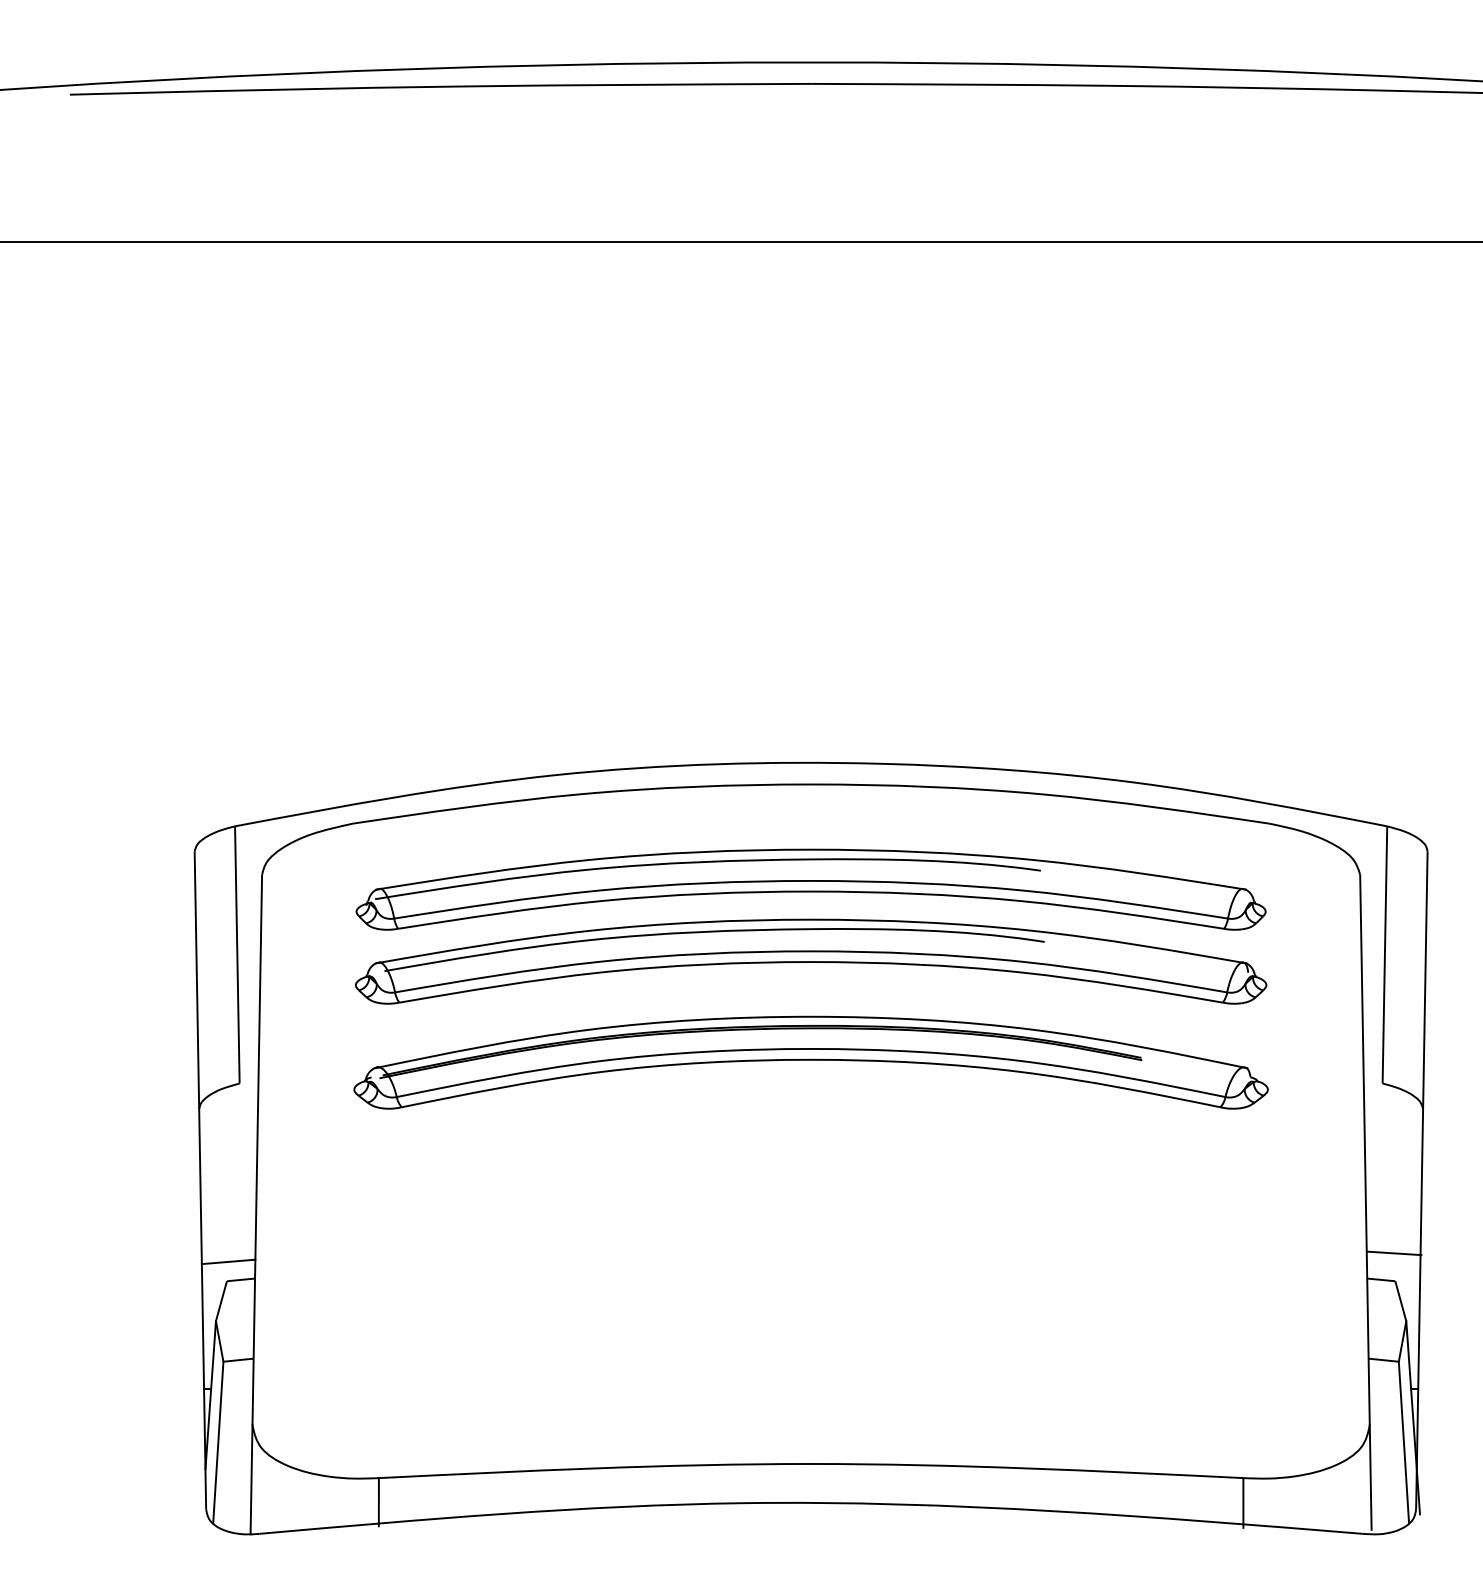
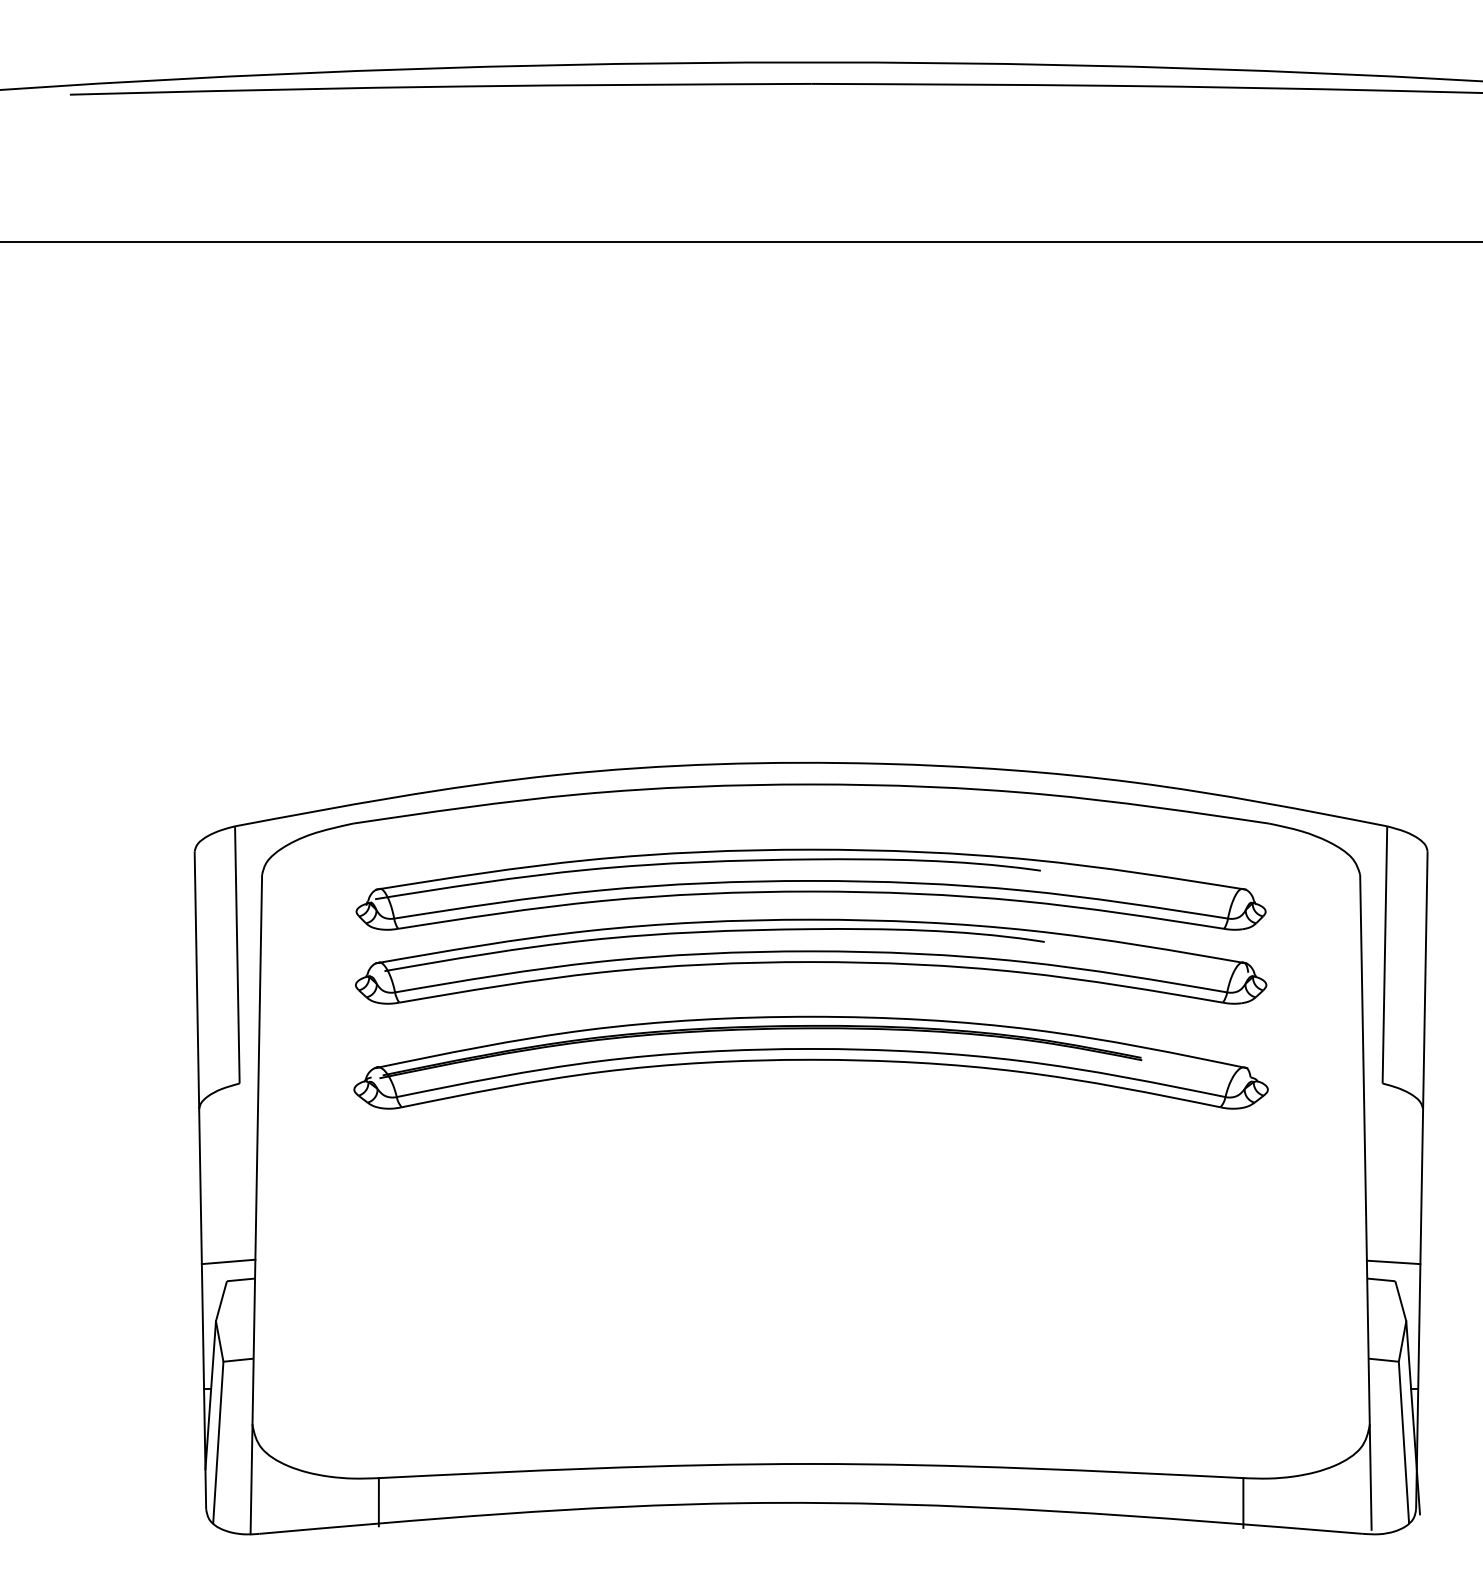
line at (1394, 1253) position: (1394, 1253) -> (1393, 1262)
